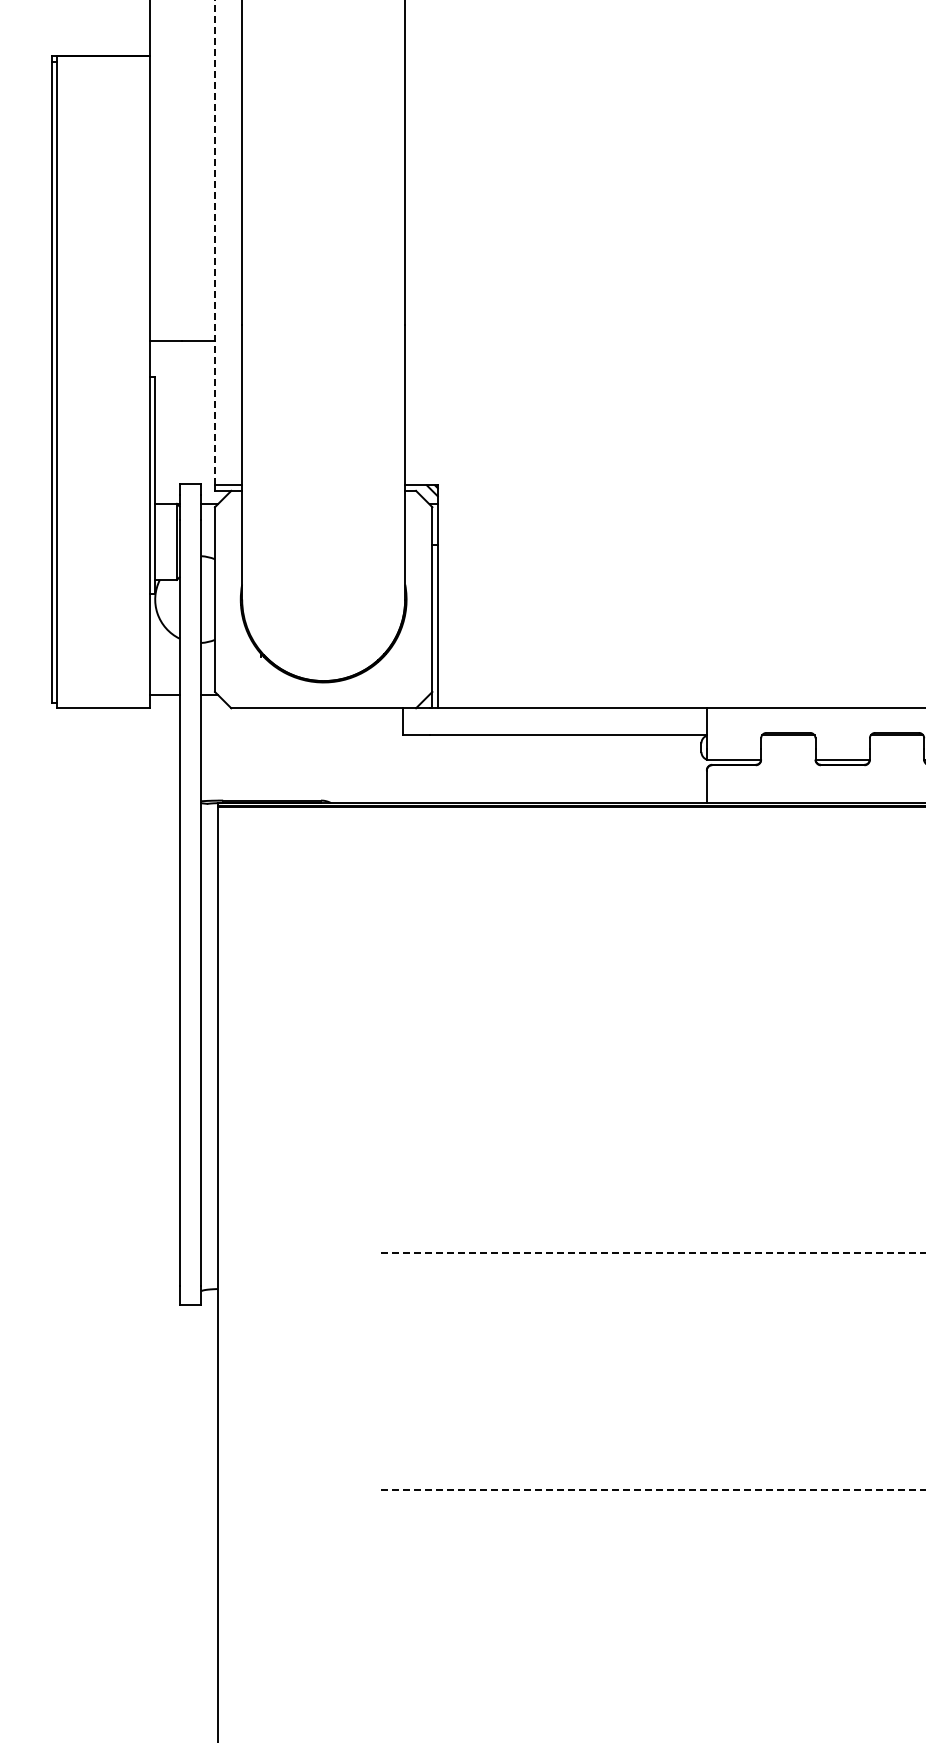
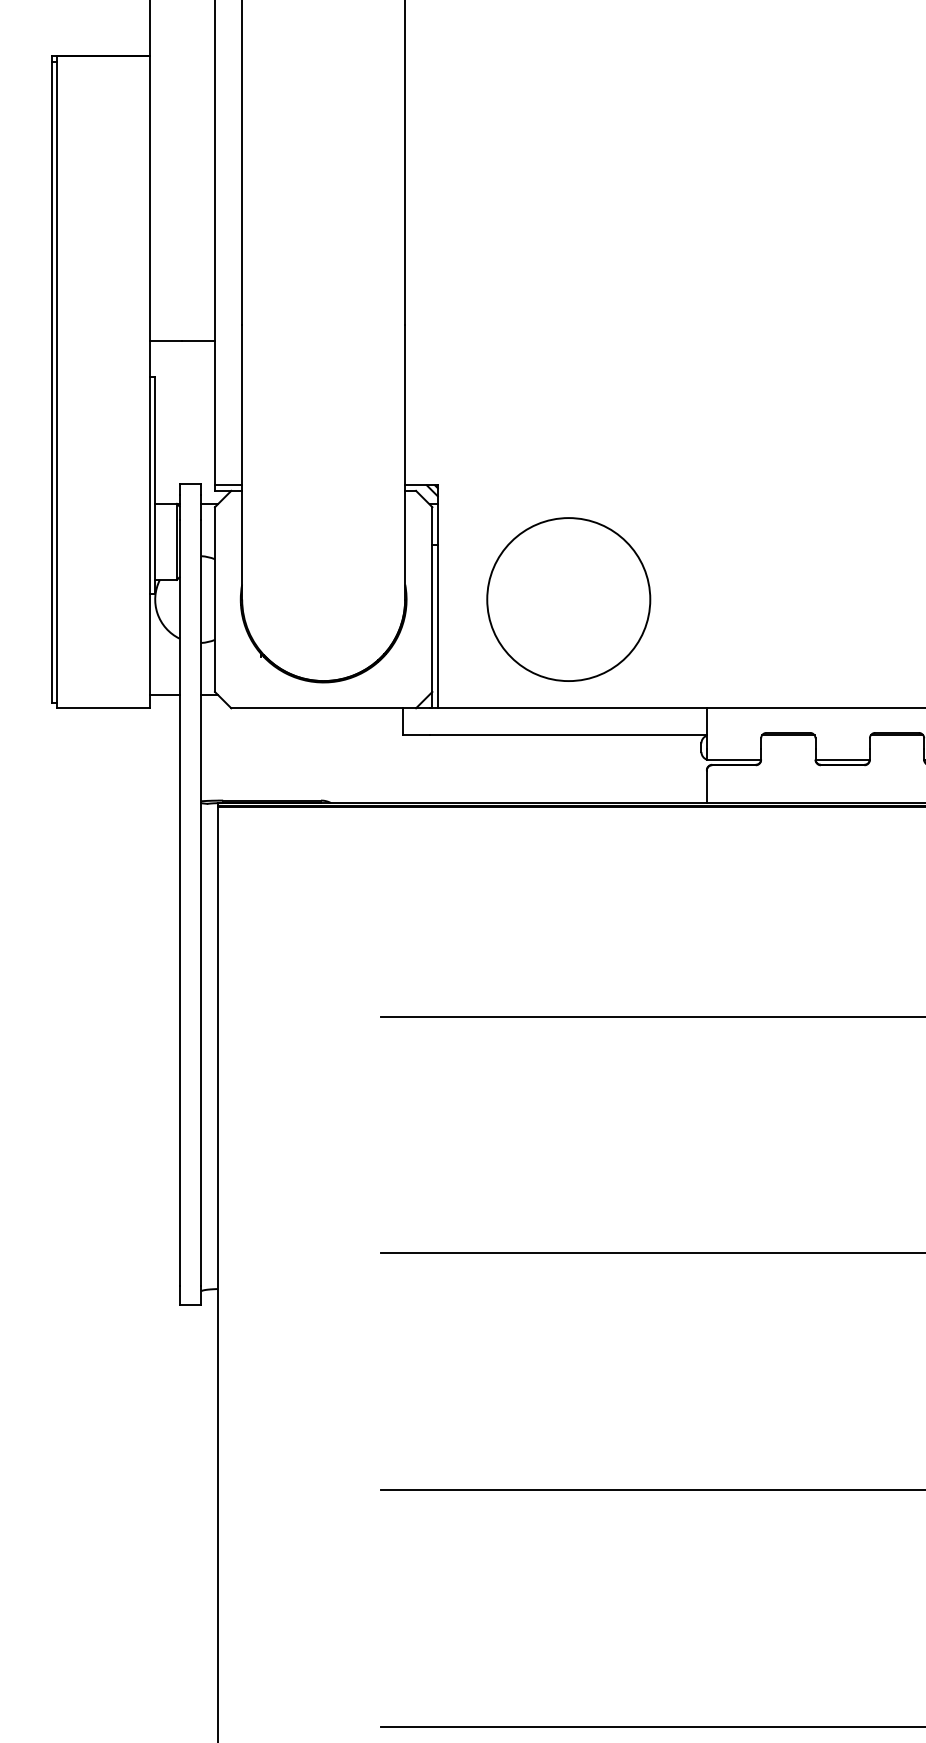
line at (215, 242): dashed -> solid
circle at (568, 599): none -> present
line at (651, 1016): none -> present
line at (653, 1253): dashed -> solid
line at (653, 1490): dashed -> solid
line at (651, 1726): none -> present
